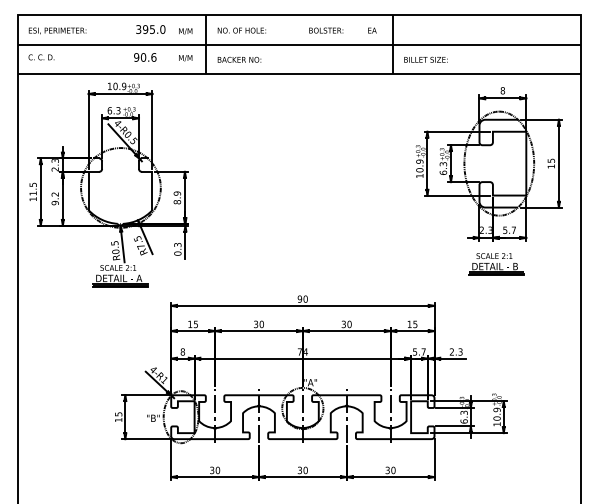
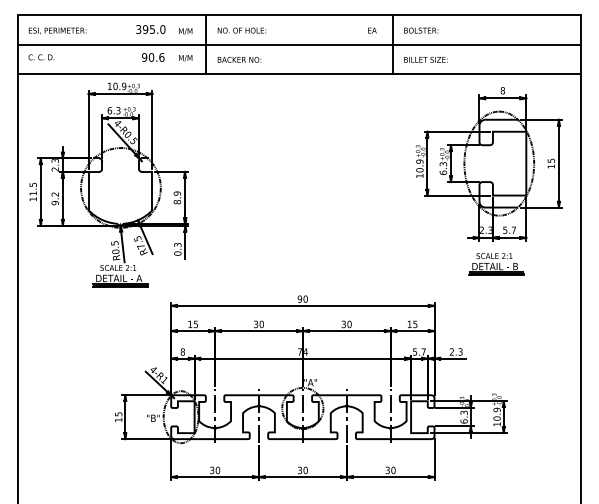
text at (326, 30) position: (326, 30) -> (421, 30)
text at (145, 57) position: (145, 57) -> (153, 57)
